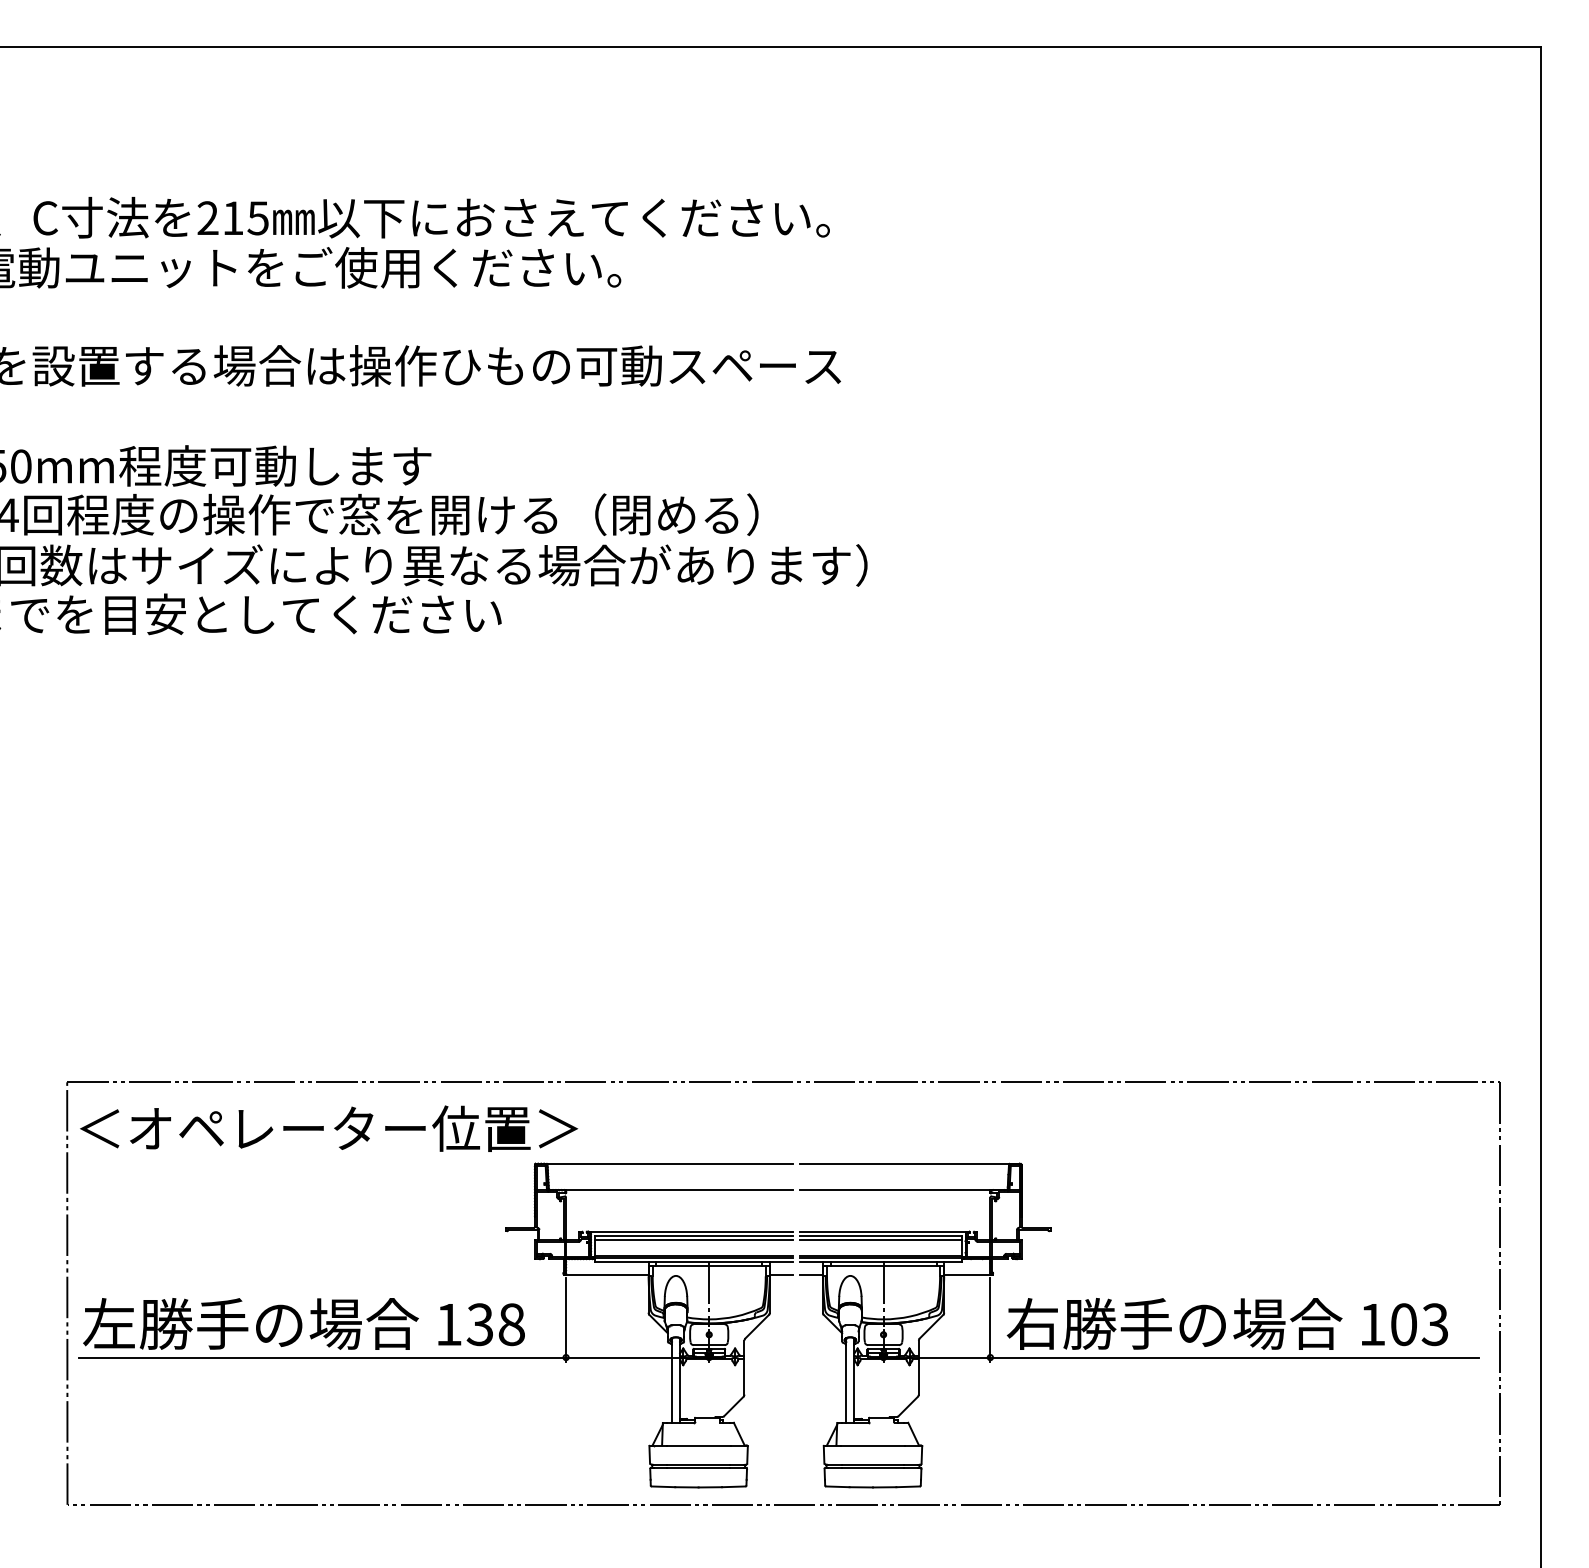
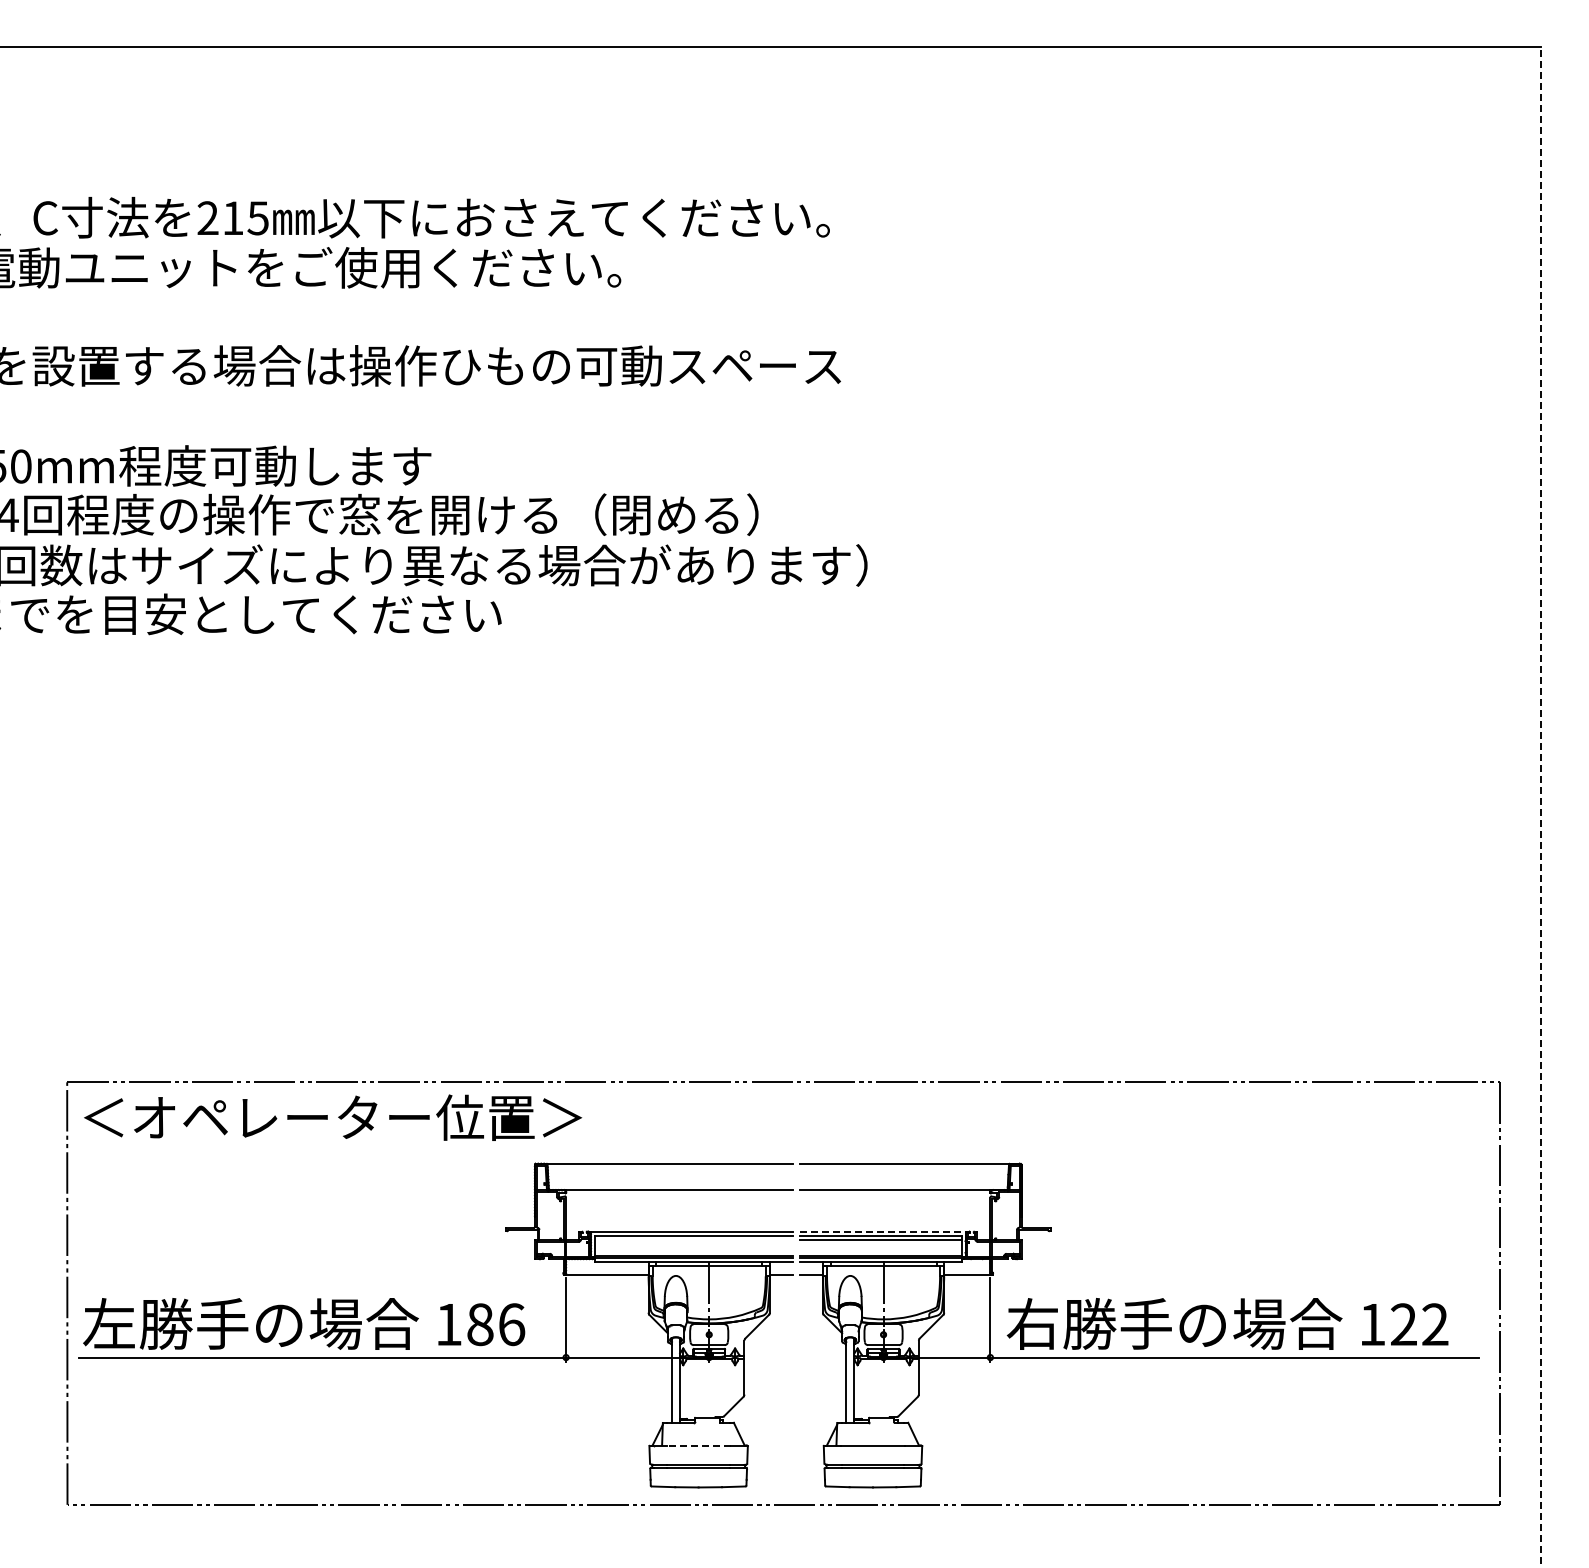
line at (1541, 806): solid -> dashed
text at (329, 1128) position: (329, 1128) -> (333, 1117)
line at (883, 1231): solid -> dashed
line at (693, 1240): present -> none
text at (495, 1324): 138 -> 186
text at (1419, 1324): 103 -> 122
line at (698, 1445): solid -> dashed
